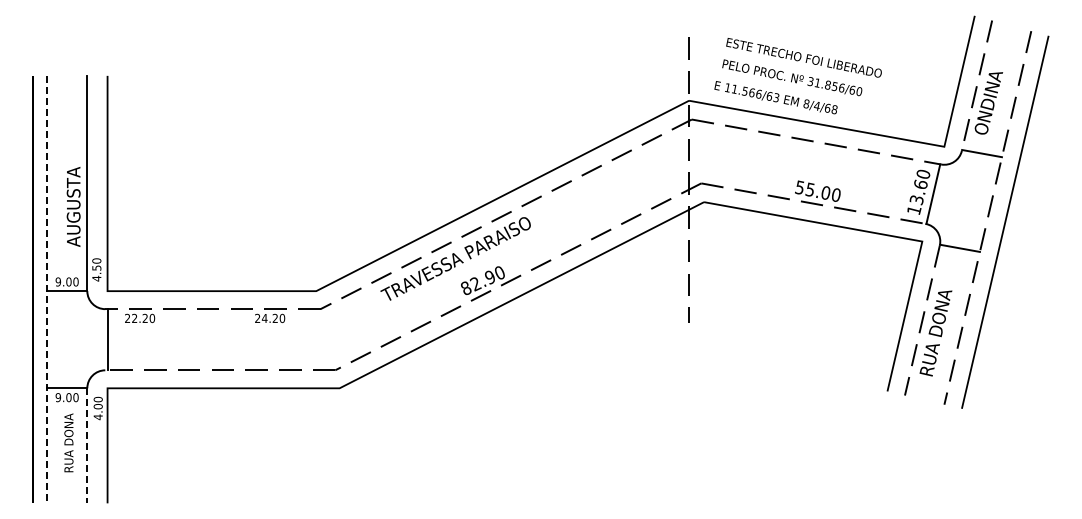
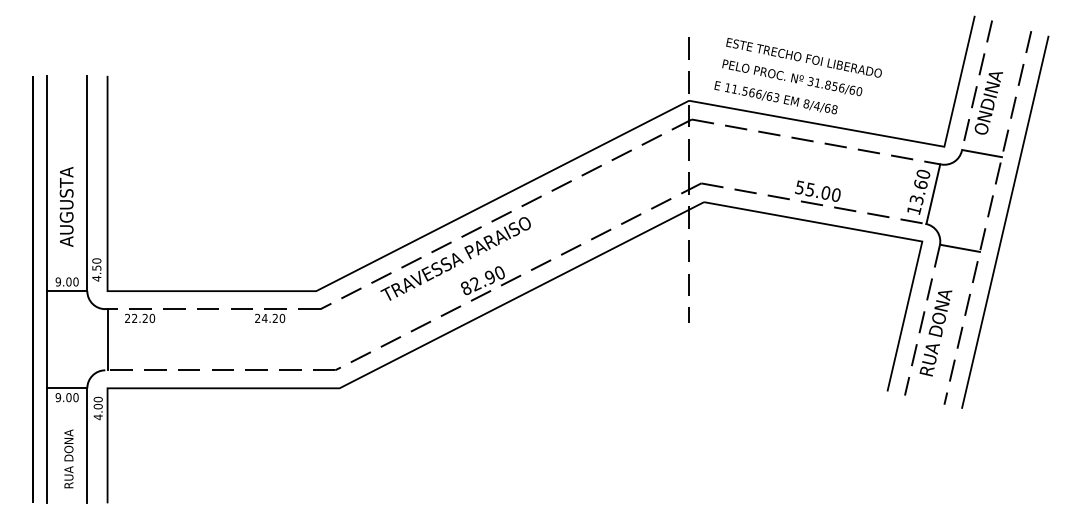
text at (73, 206) position: (73, 206) -> (66, 206)
line at (46, 289): dashed -> solid
text at (68, 442) position: (68, 442) -> (68, 458)
line at (87, 445): dashed -> solid
